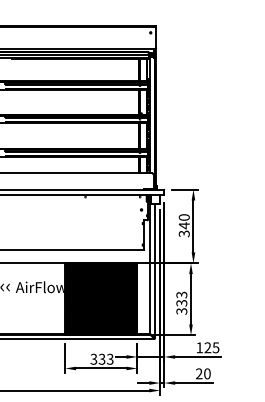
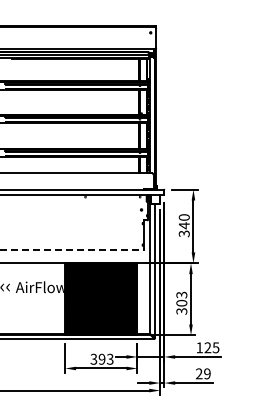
line at (72, 249): solid -> dashed
text at (181, 302): 333 -> 303
text at (101, 359): 333 -> 393
text at (207, 373): 20 -> 29
